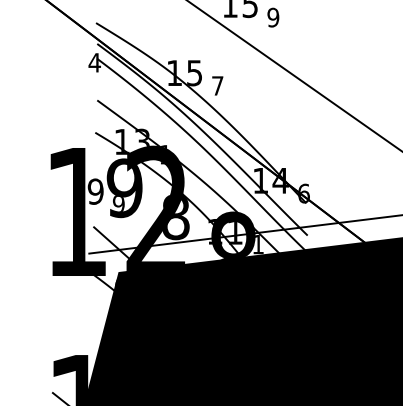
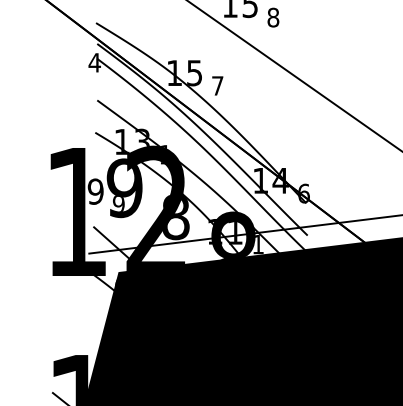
text at (273, 17): 9 -> 8
